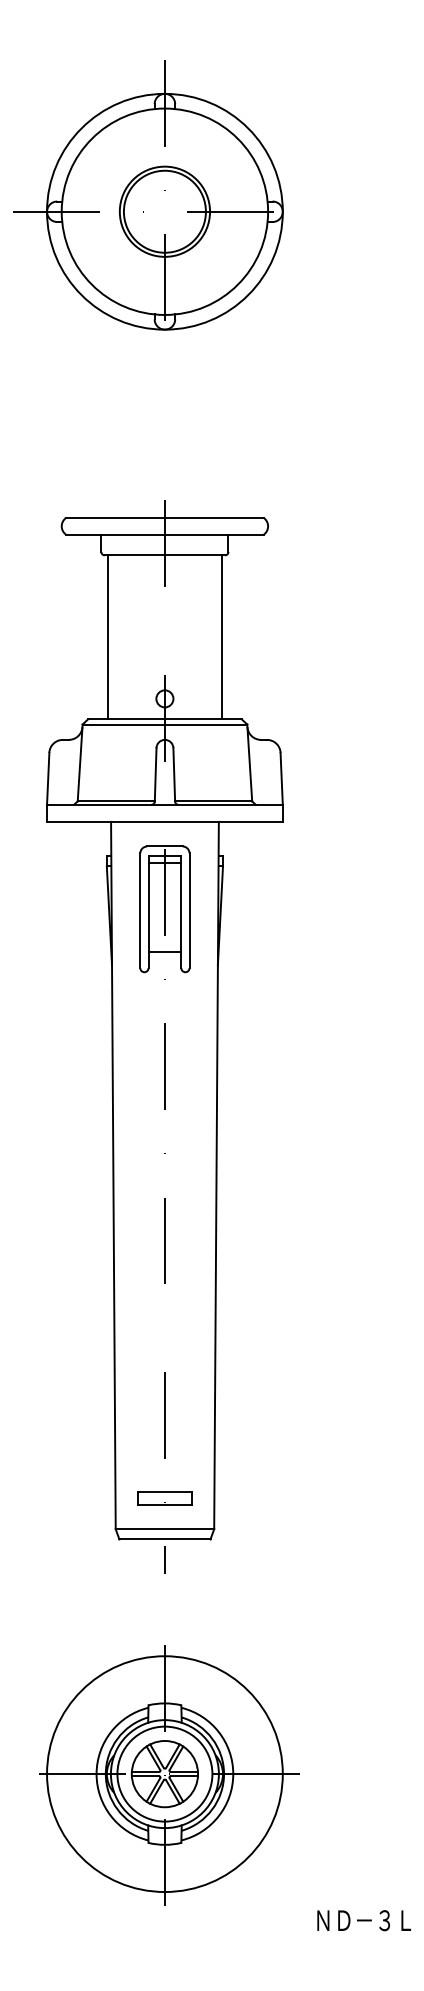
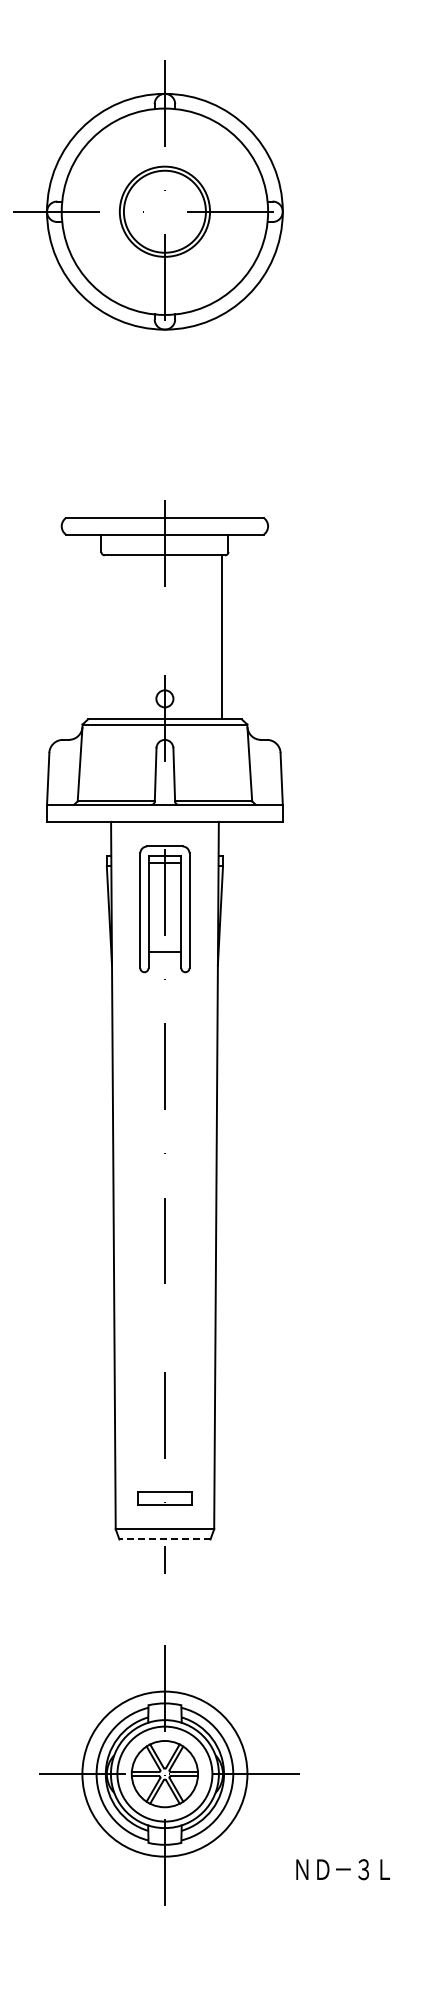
line at (108, 637): present -> none
line at (164, 1539): solid -> dashed
circle at (164, 1774) diameter: 236 px -> 165 px
text at (363, 1920) position: (363, 1920) -> (342, 1869)
